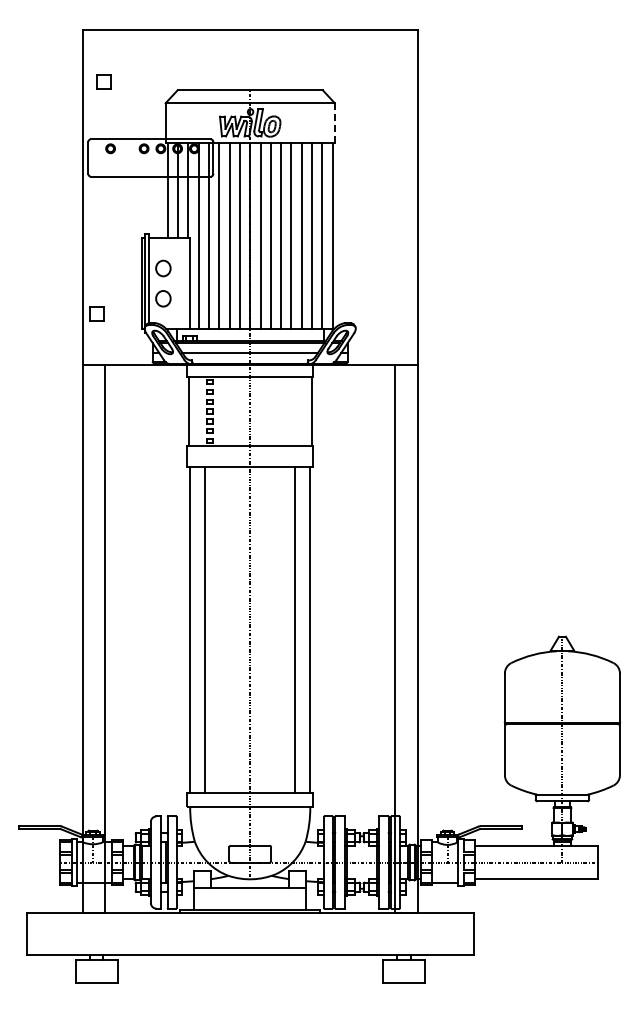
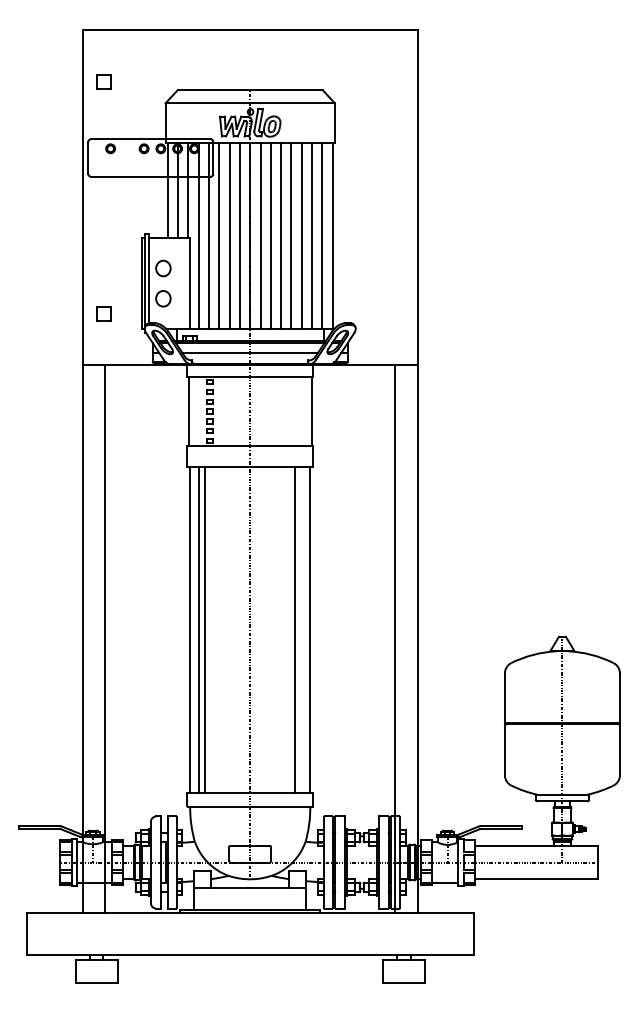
line at (334, 122): dashed -> solid
part at (96, 313) position: (96, 313) -> (103, 313)
line at (198, 629): none -> present
